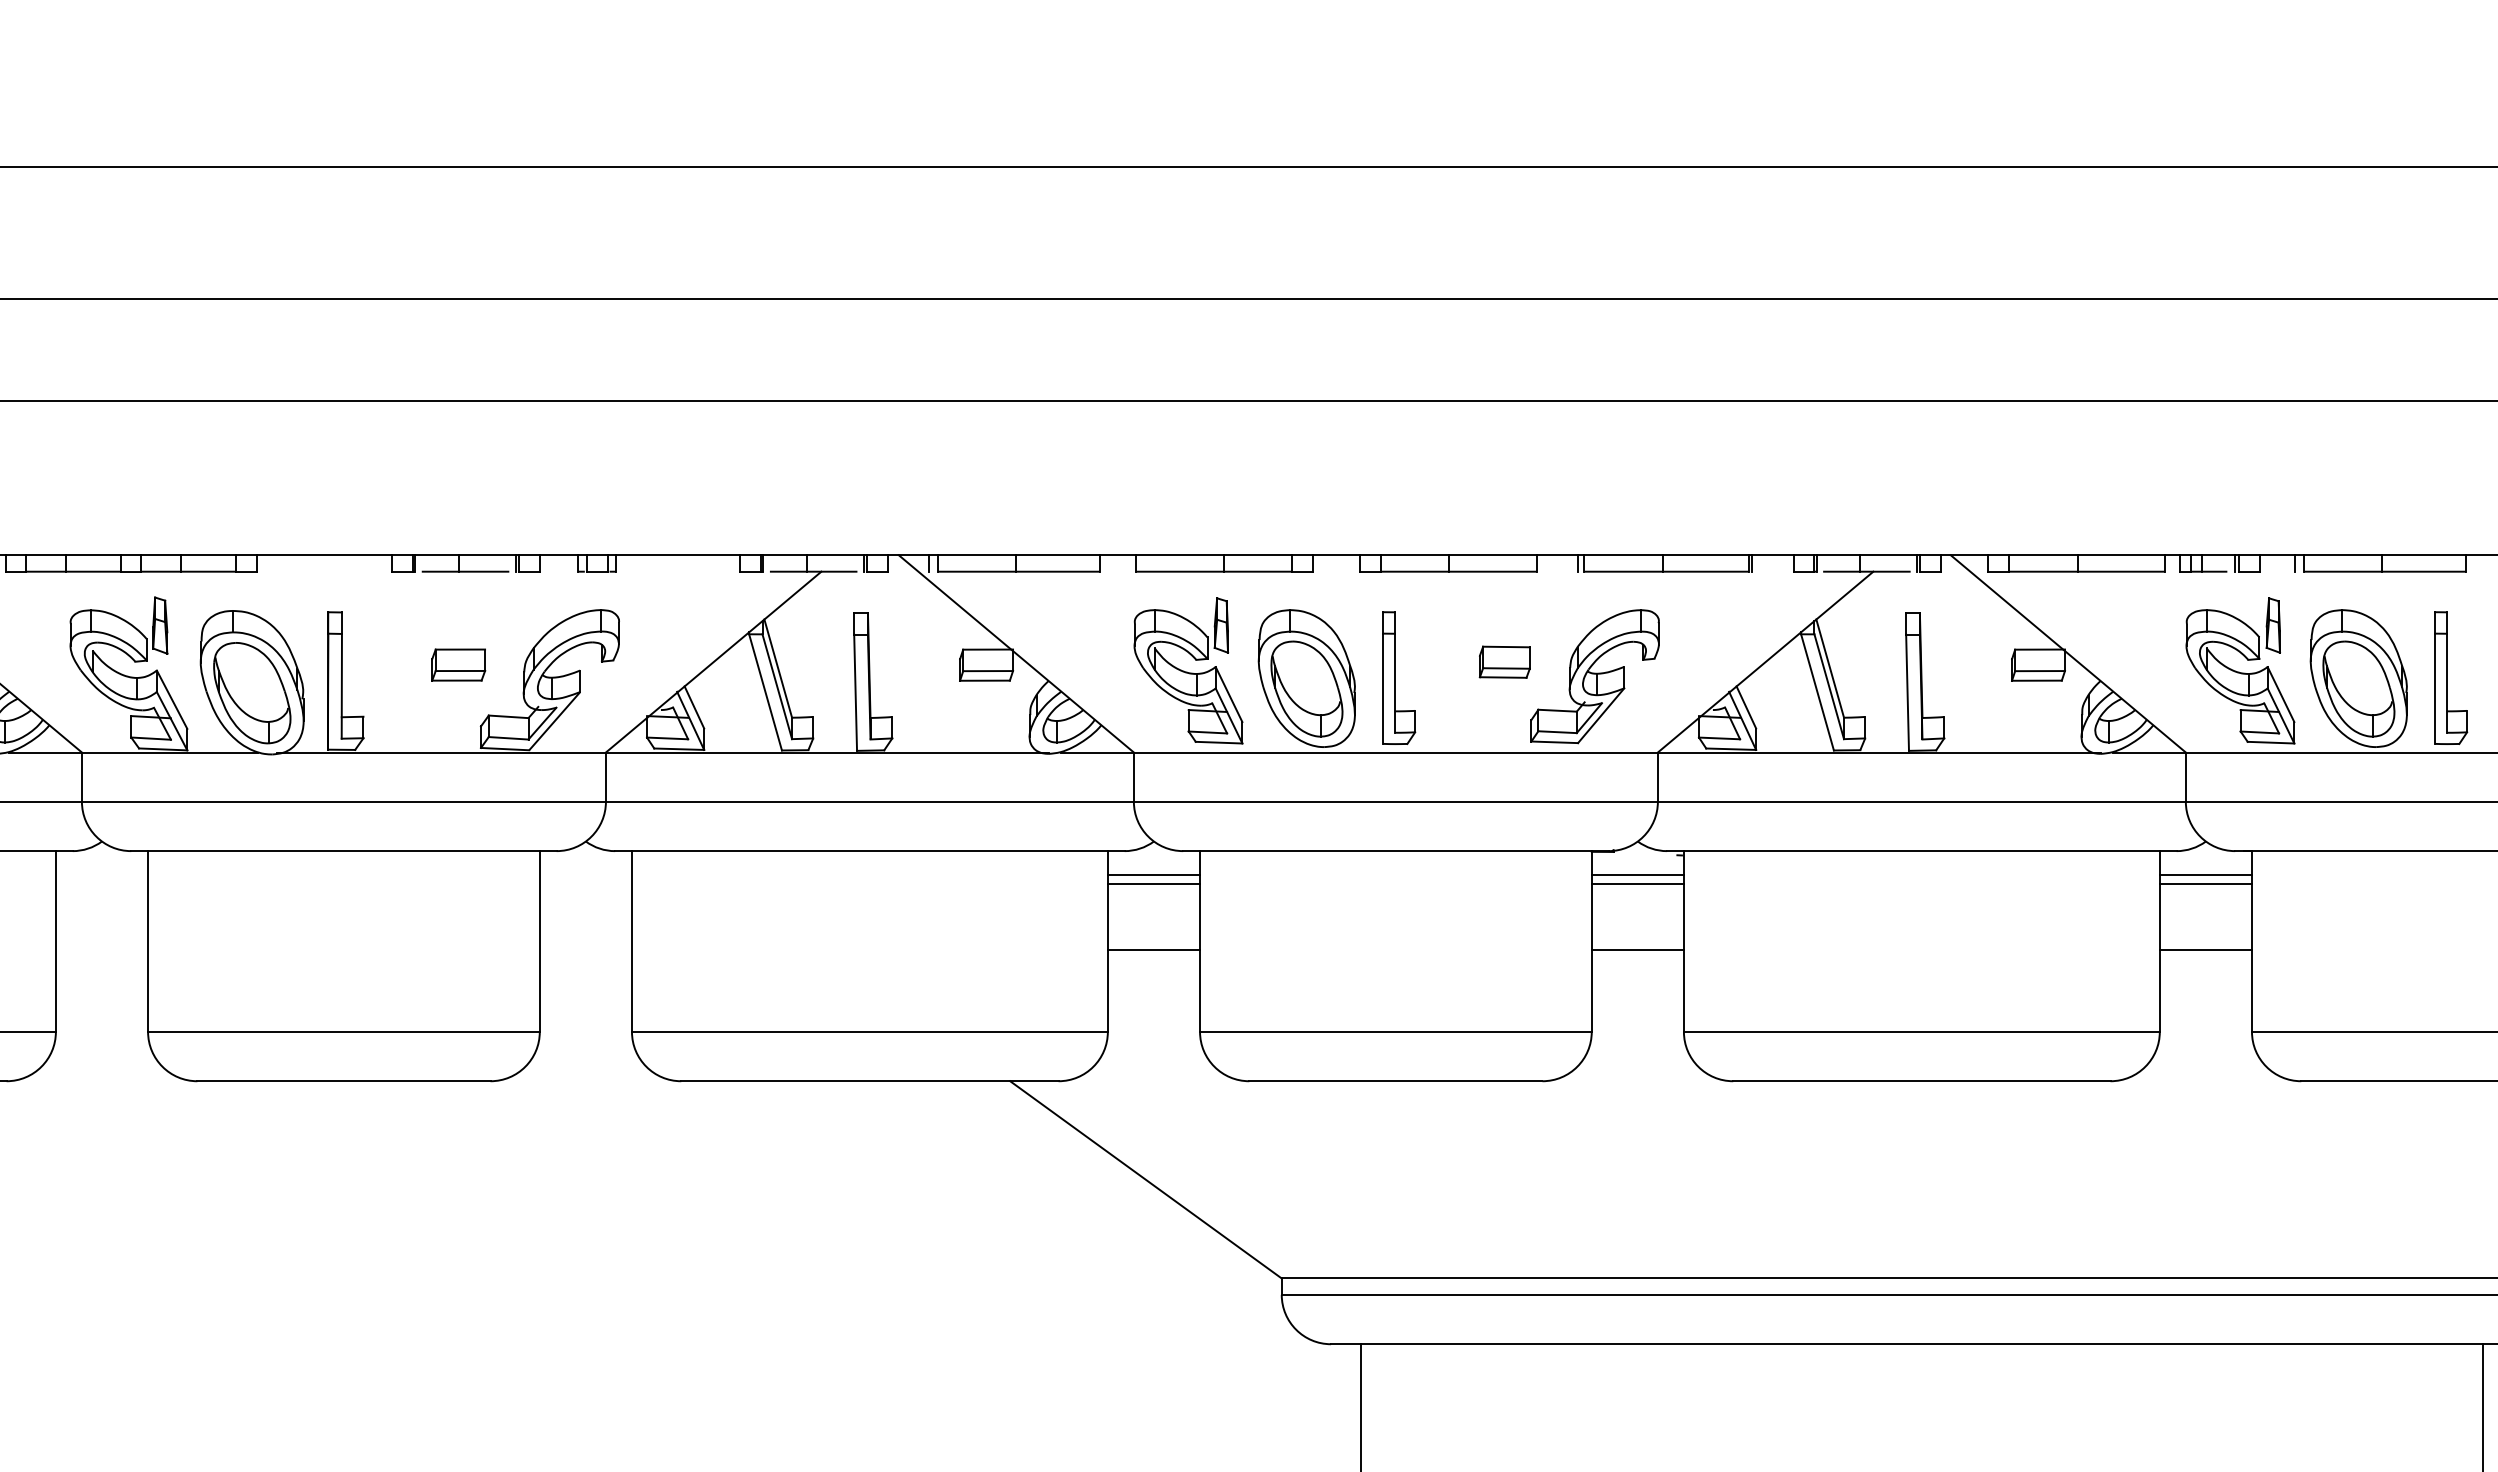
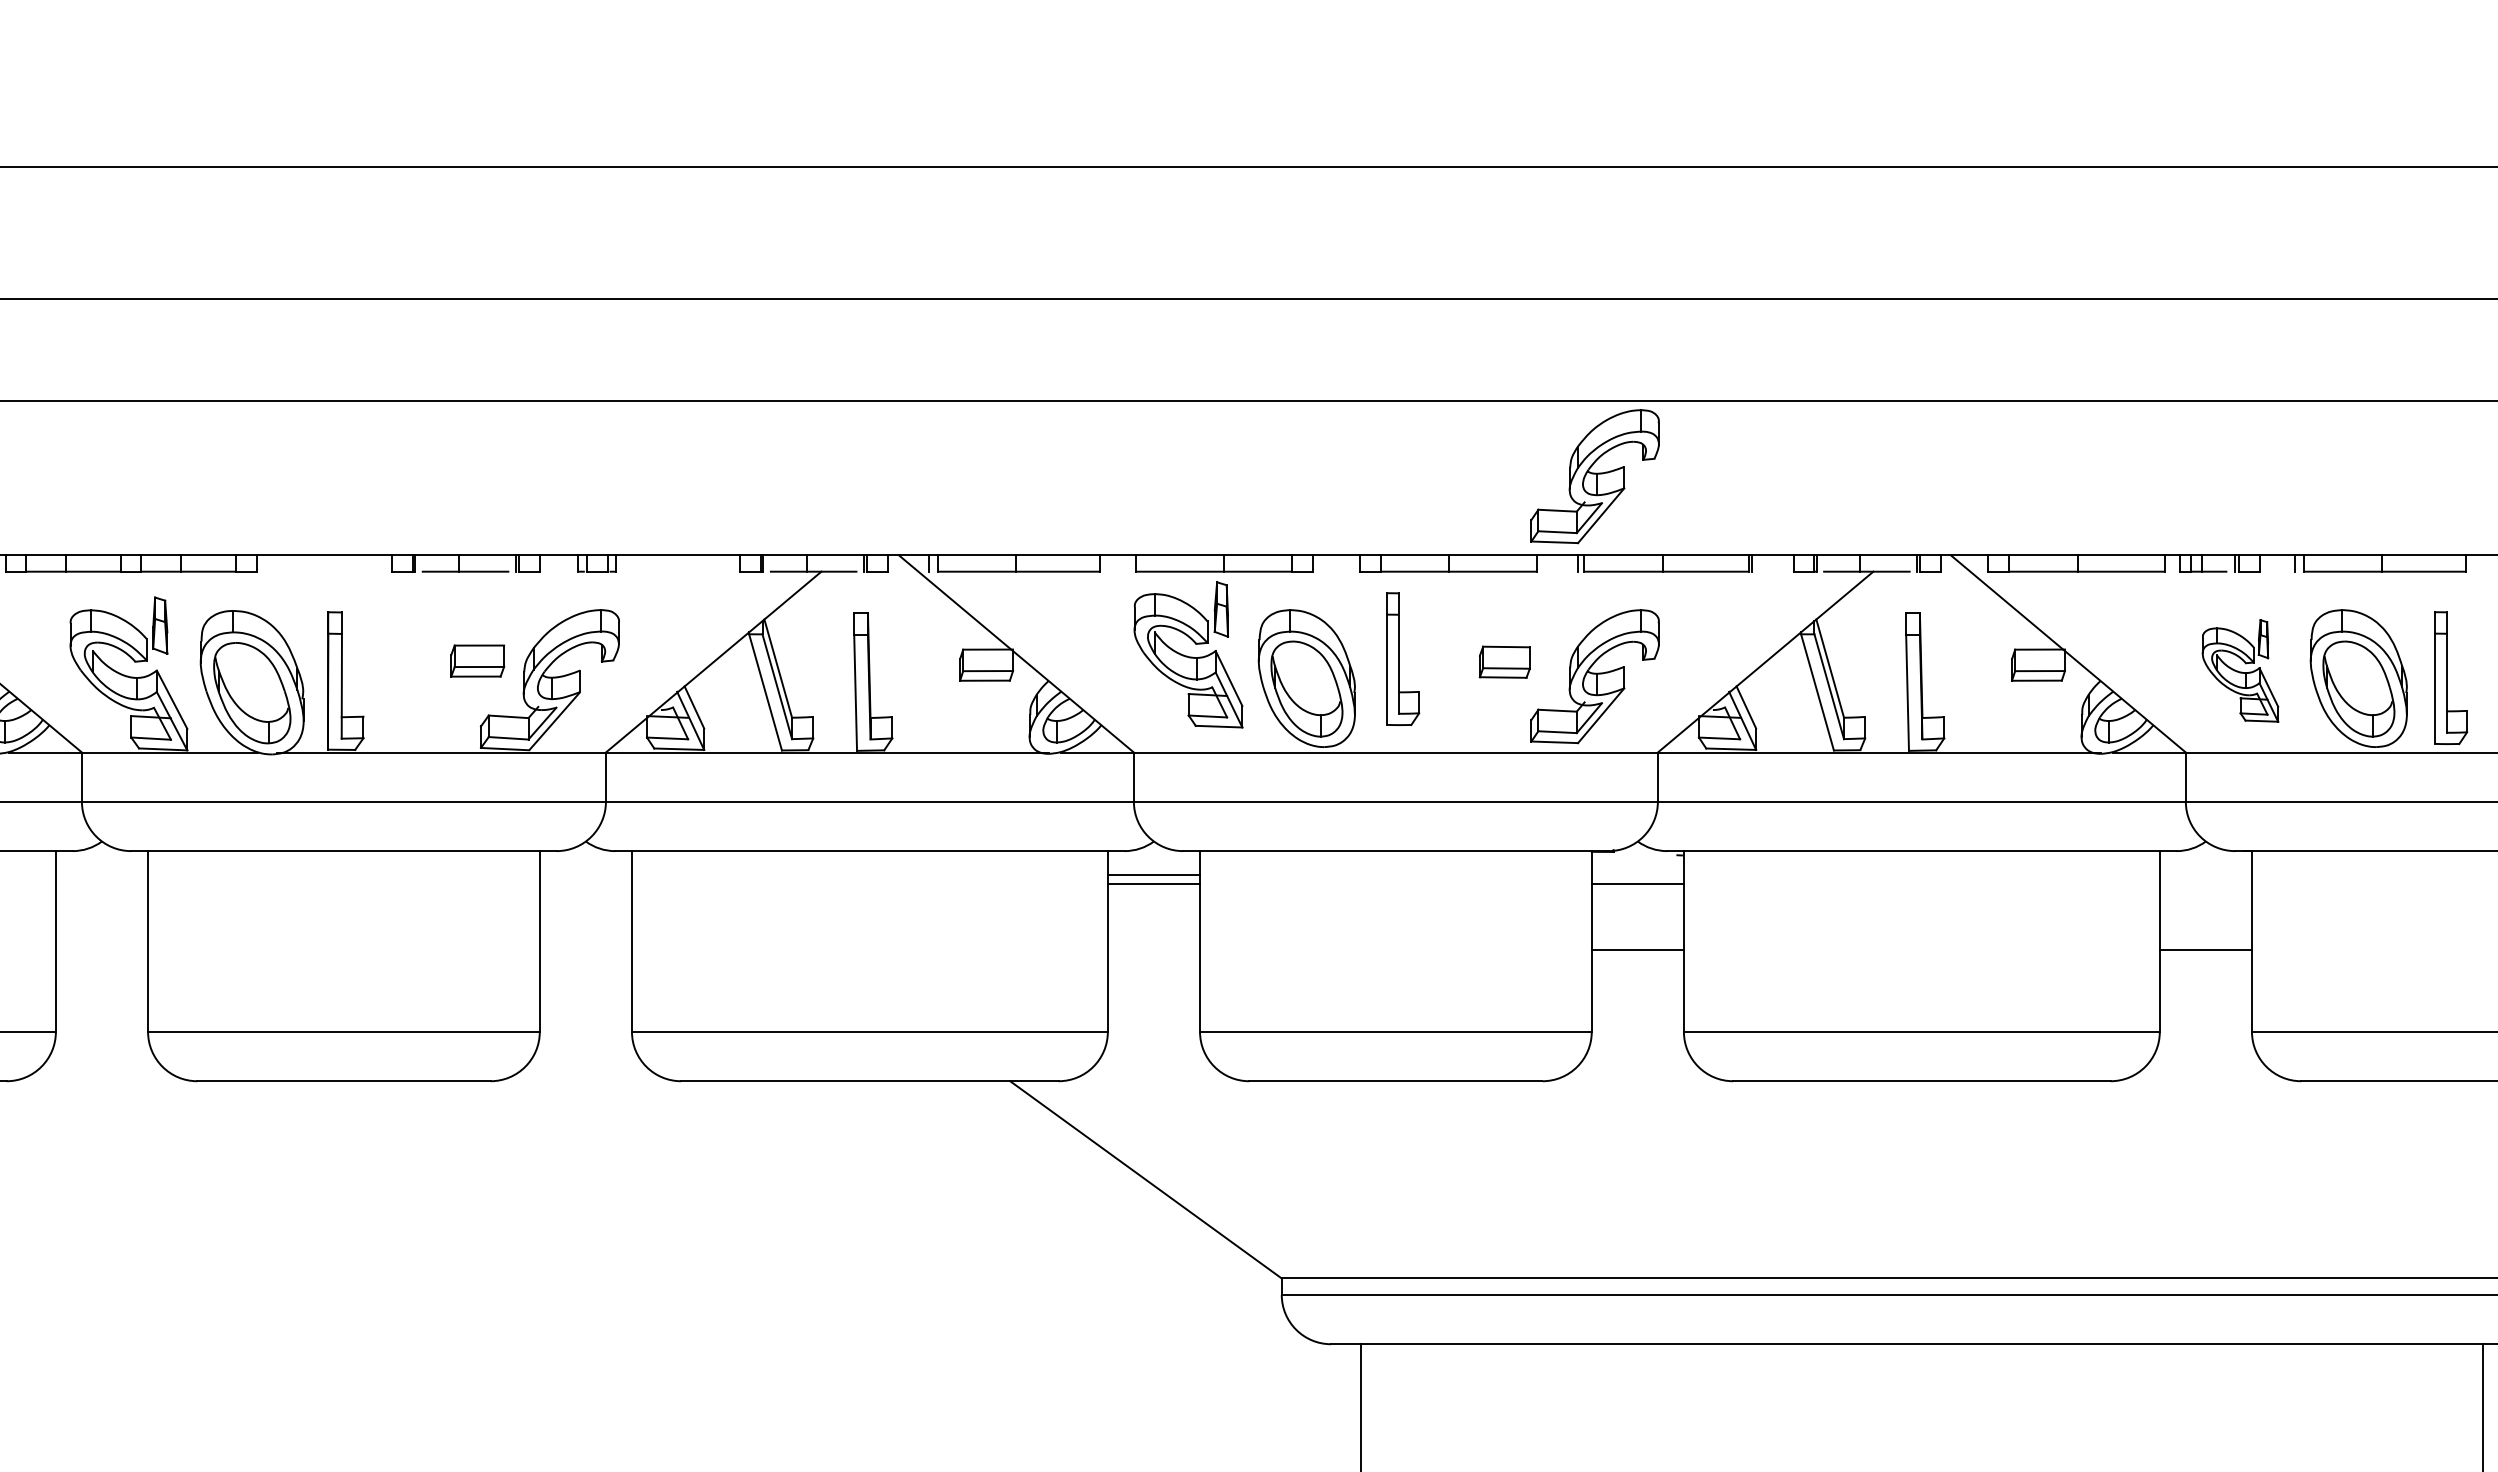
part at (1594, 476): none -> present
part at (458, 664) position: (458, 664) -> (477, 660)
part at (1188, 670) position: (1188, 670) -> (1188, 654)
part at (2240, 670) size: 111x148 px -> 79x104 px
part at (1399, 677) position: (1399, 677) -> (1403, 658)
line at (1637, 874): present -> none
line at (2205, 874): present -> none
line at (2205, 884): present -> none
line at (1153, 949): present -> none
